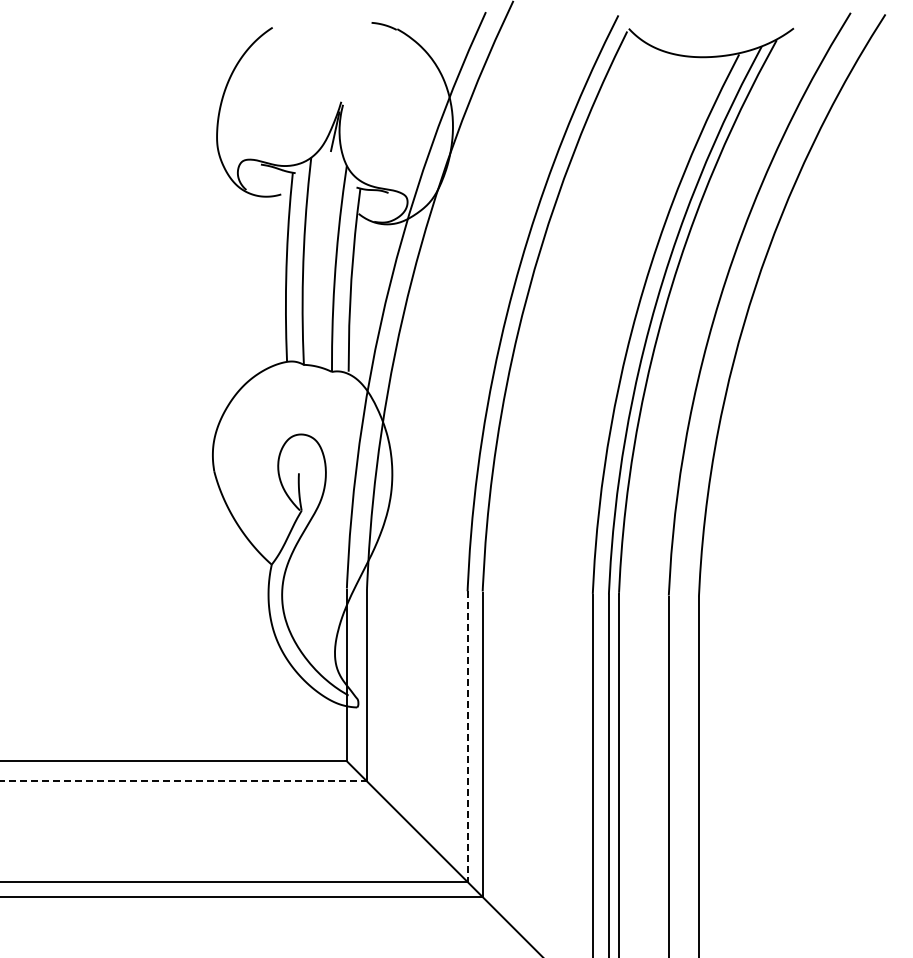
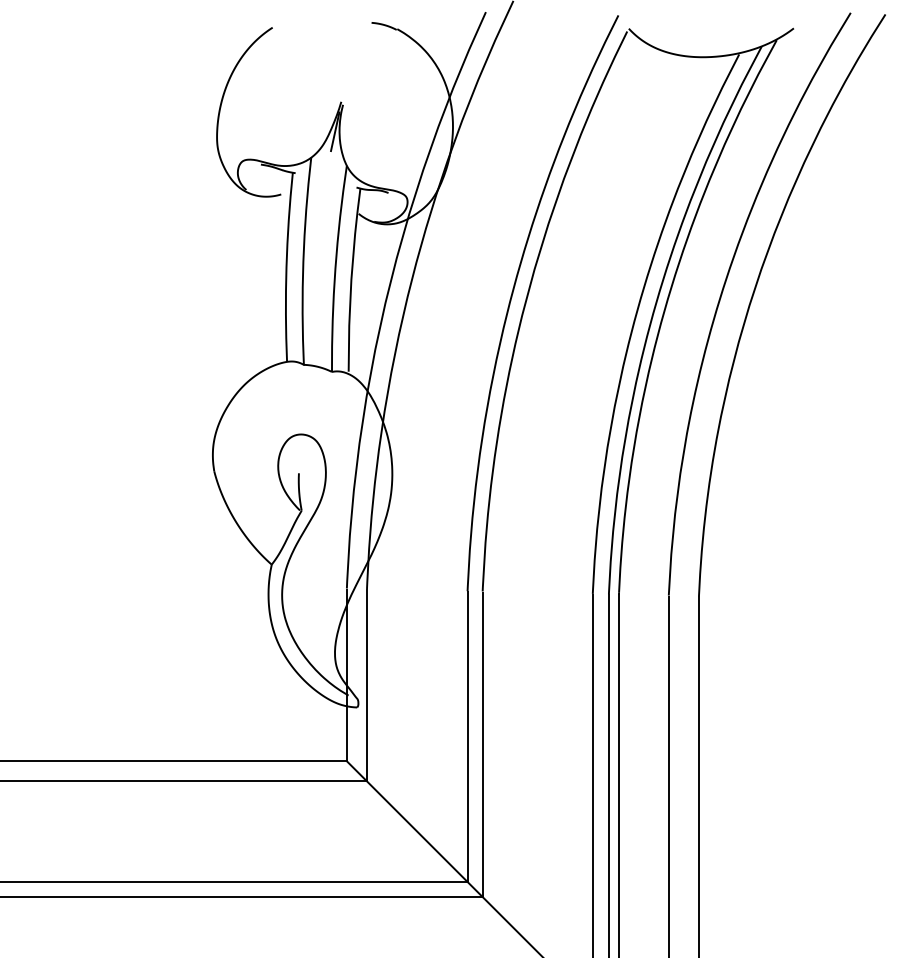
line at (467, 737): dashed -> solid
line at (184, 781): dashed -> solid
